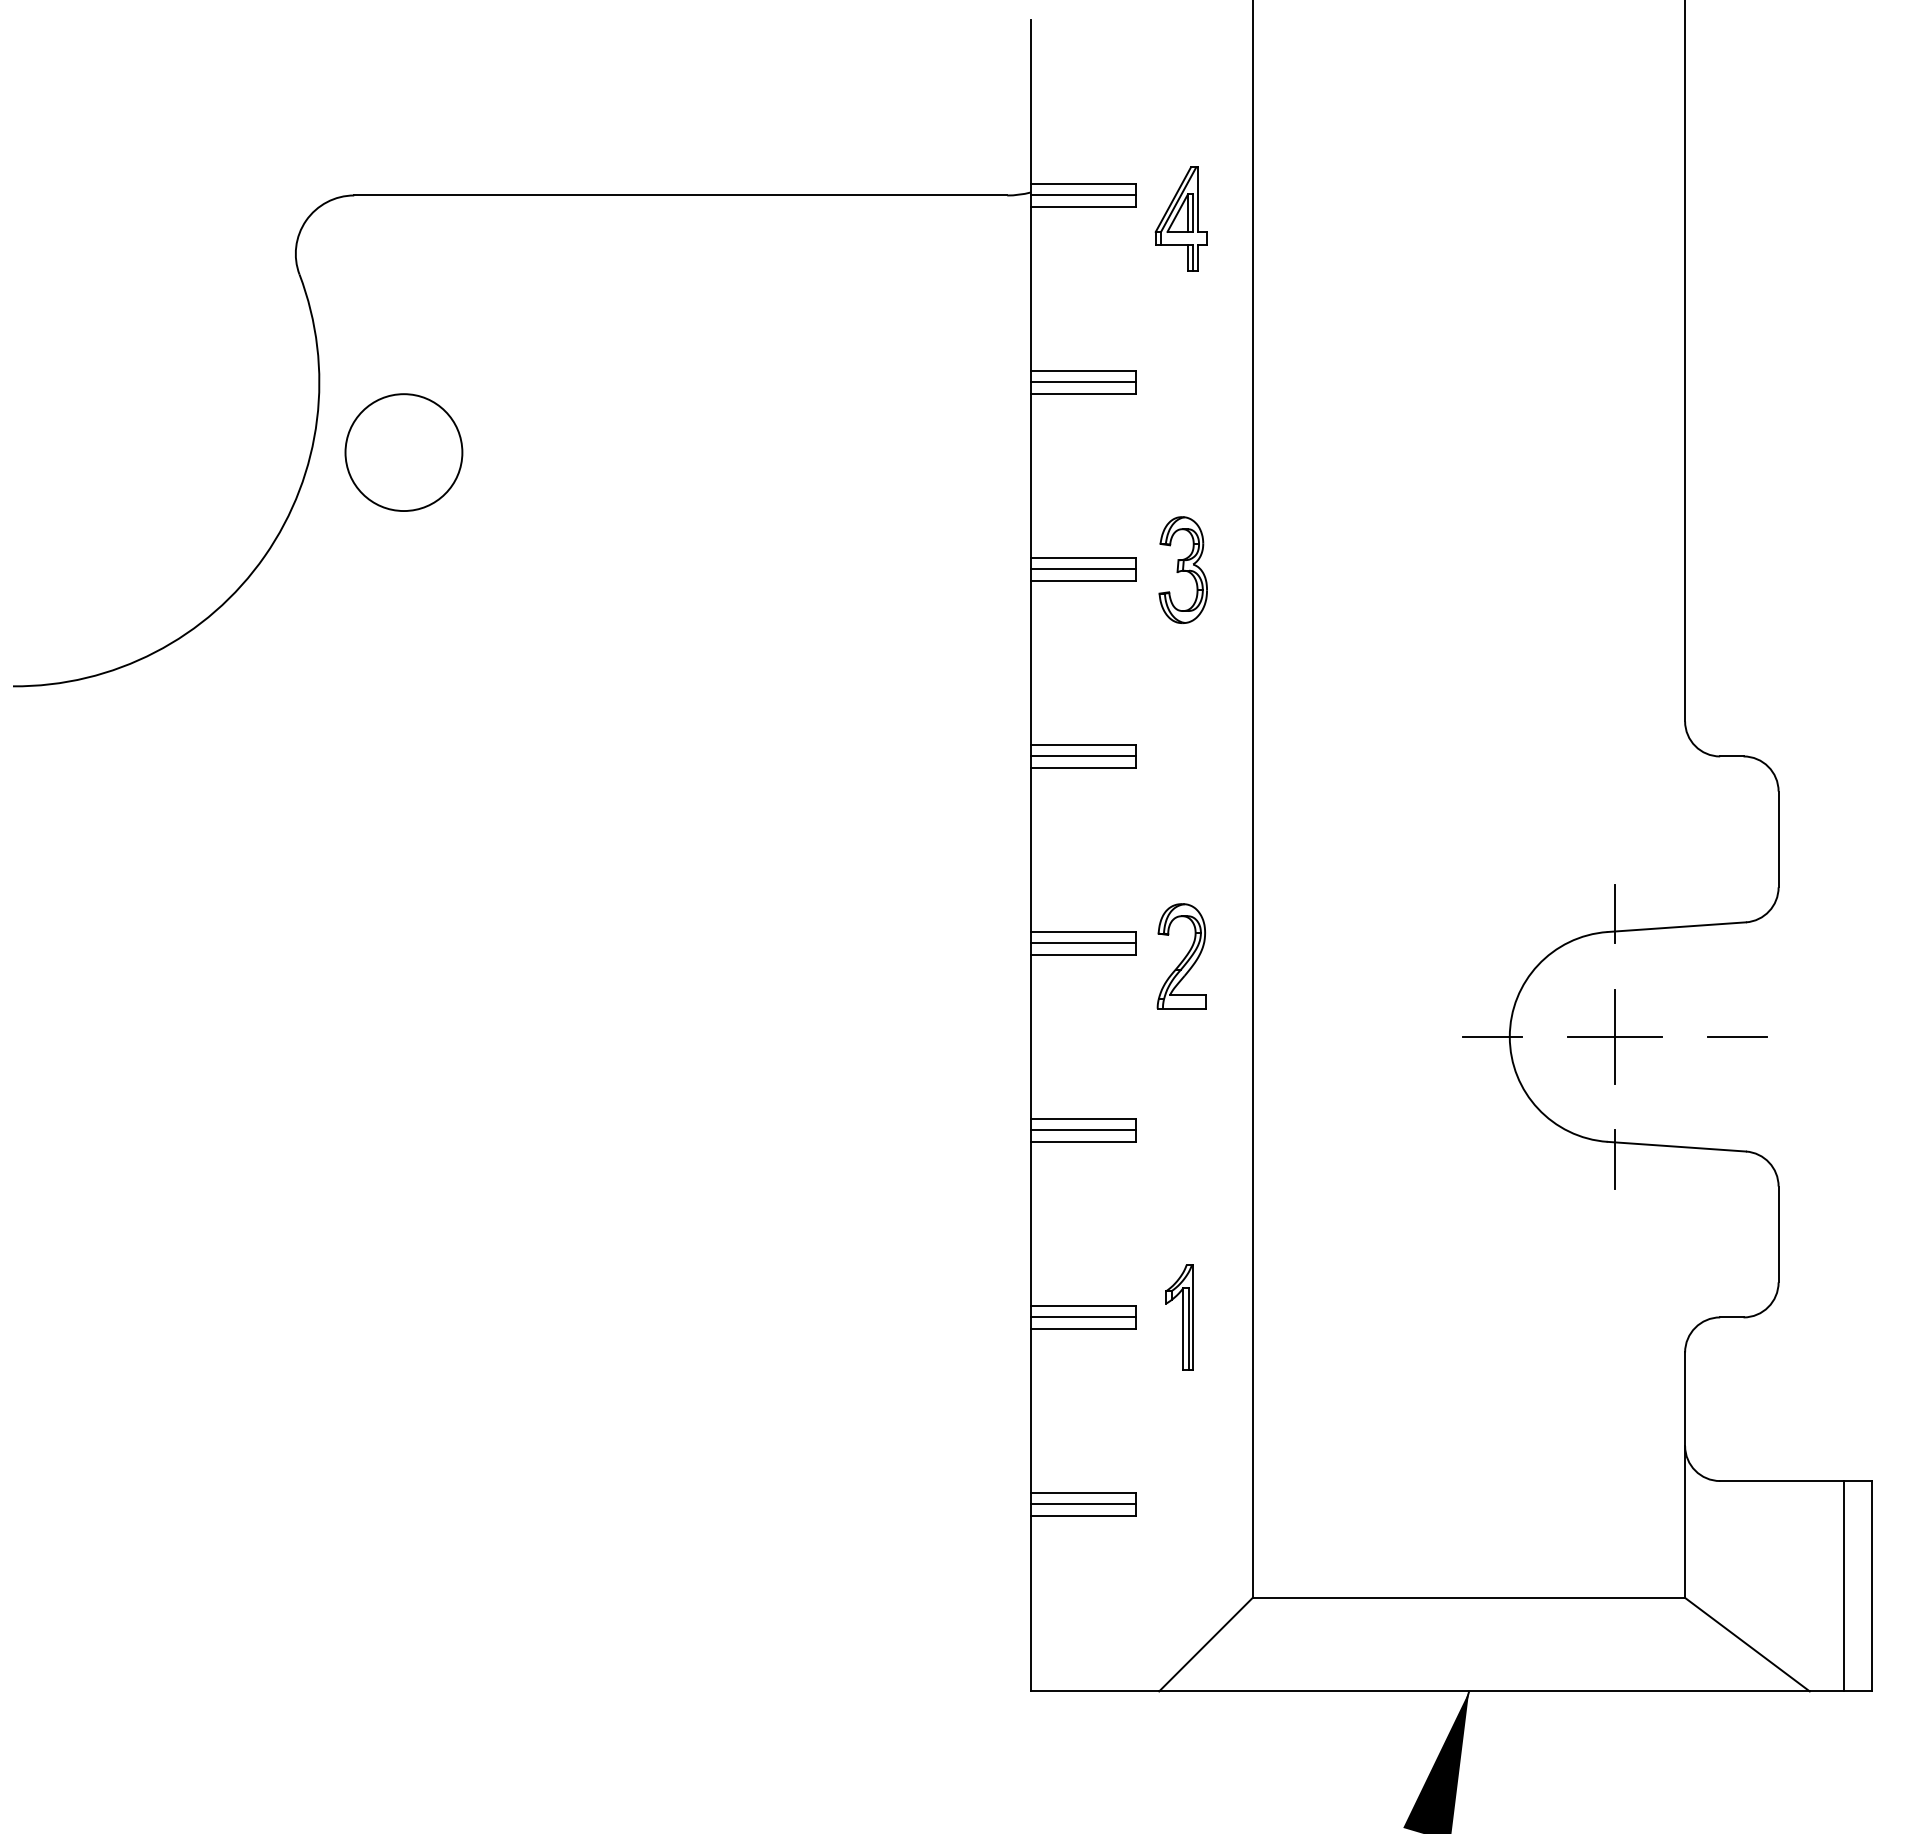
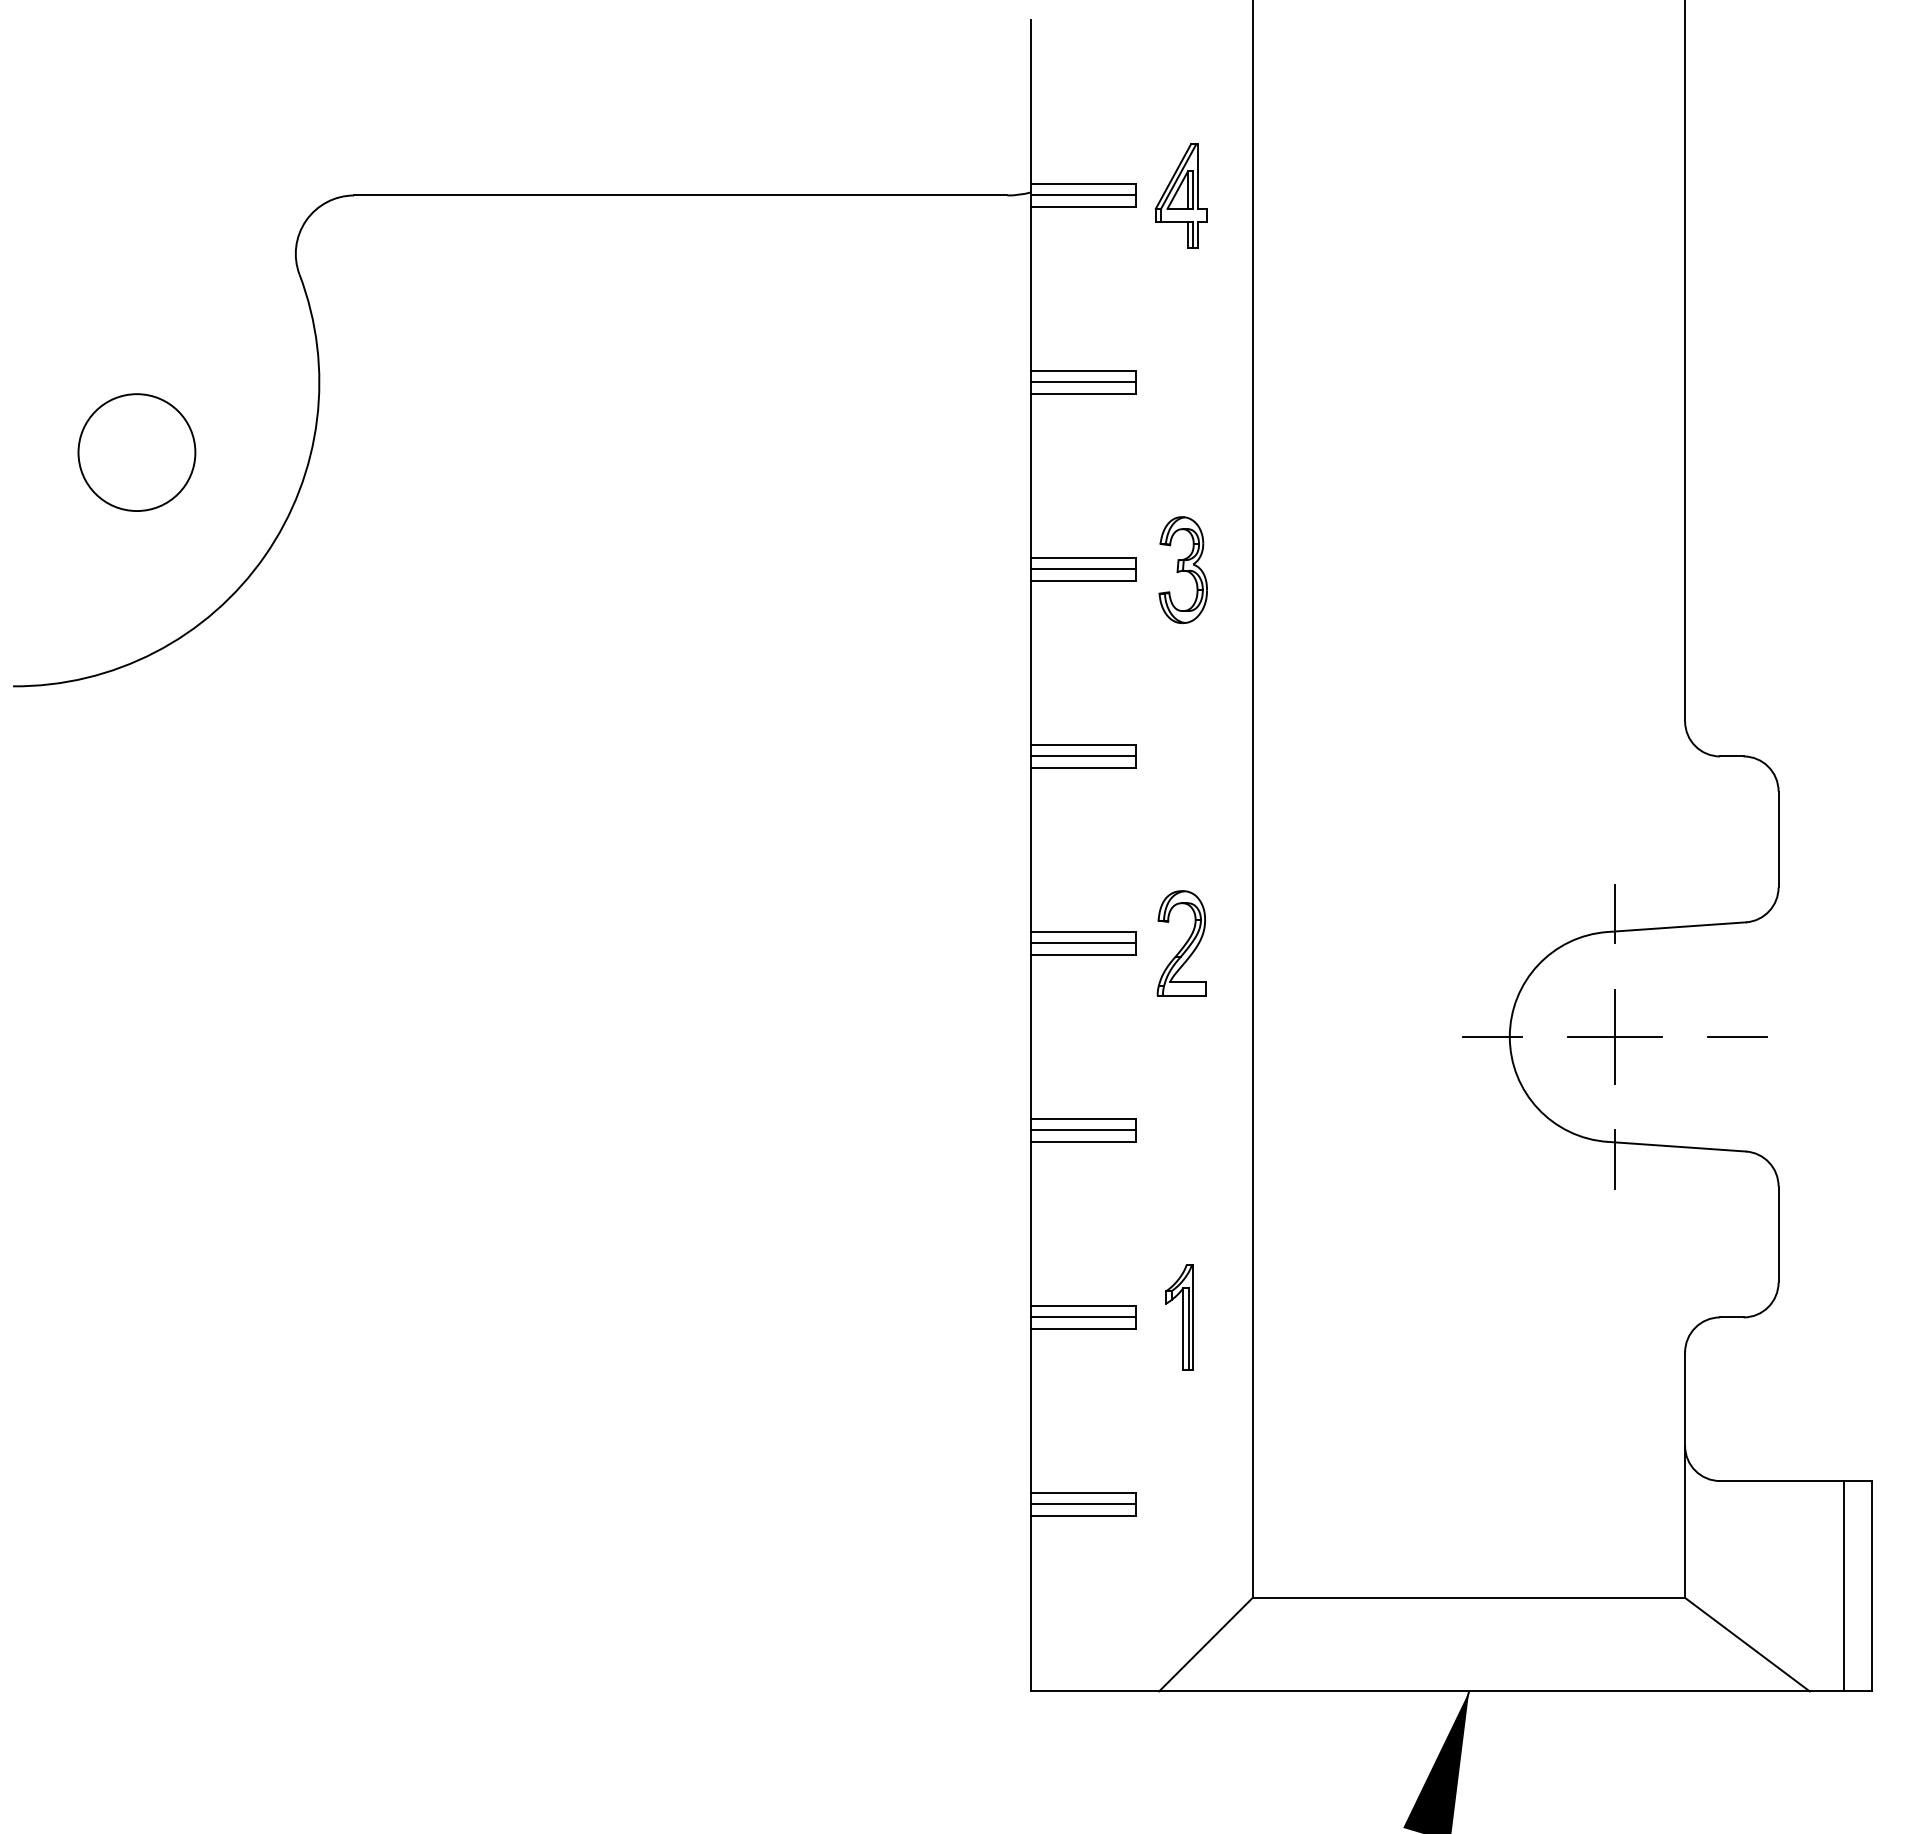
part at (1180, 218) position: (1180, 218) -> (1180, 195)
circle at (403, 452) position: (403, 452) -> (136, 452)
part at (1181, 956) position: (1181, 956) -> (1181, 943)
